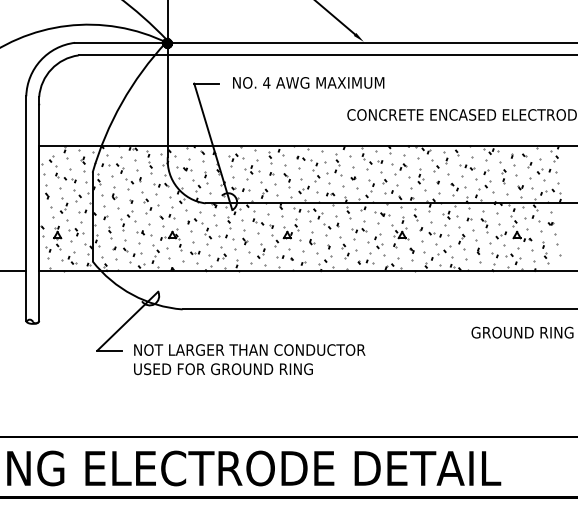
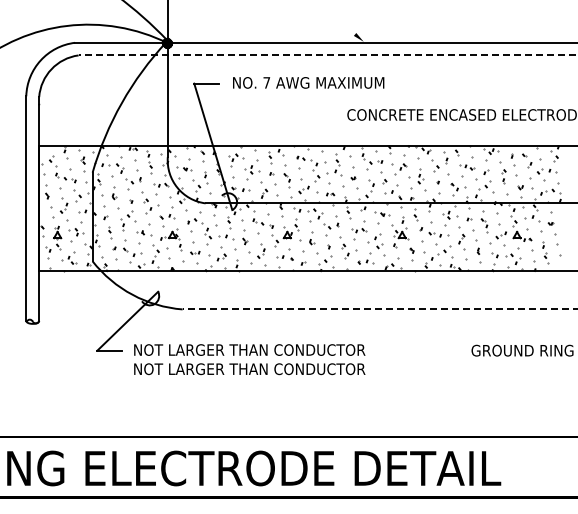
line at (336, 18): present -> none
line at (327, 55): solid -> dashed
text at (266, 82): 4 -> 7
line at (14, 271): present -> none
line at (379, 309): solid -> dashed
text at (522, 332) position: (522, 332) -> (522, 350)
text at (249, 369): USED FOR GROUND RING -> NOT LARGER THAN CONDUCTOR
